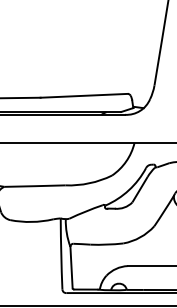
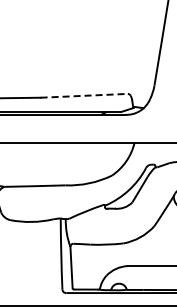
line at (84, 95): solid -> dashed
